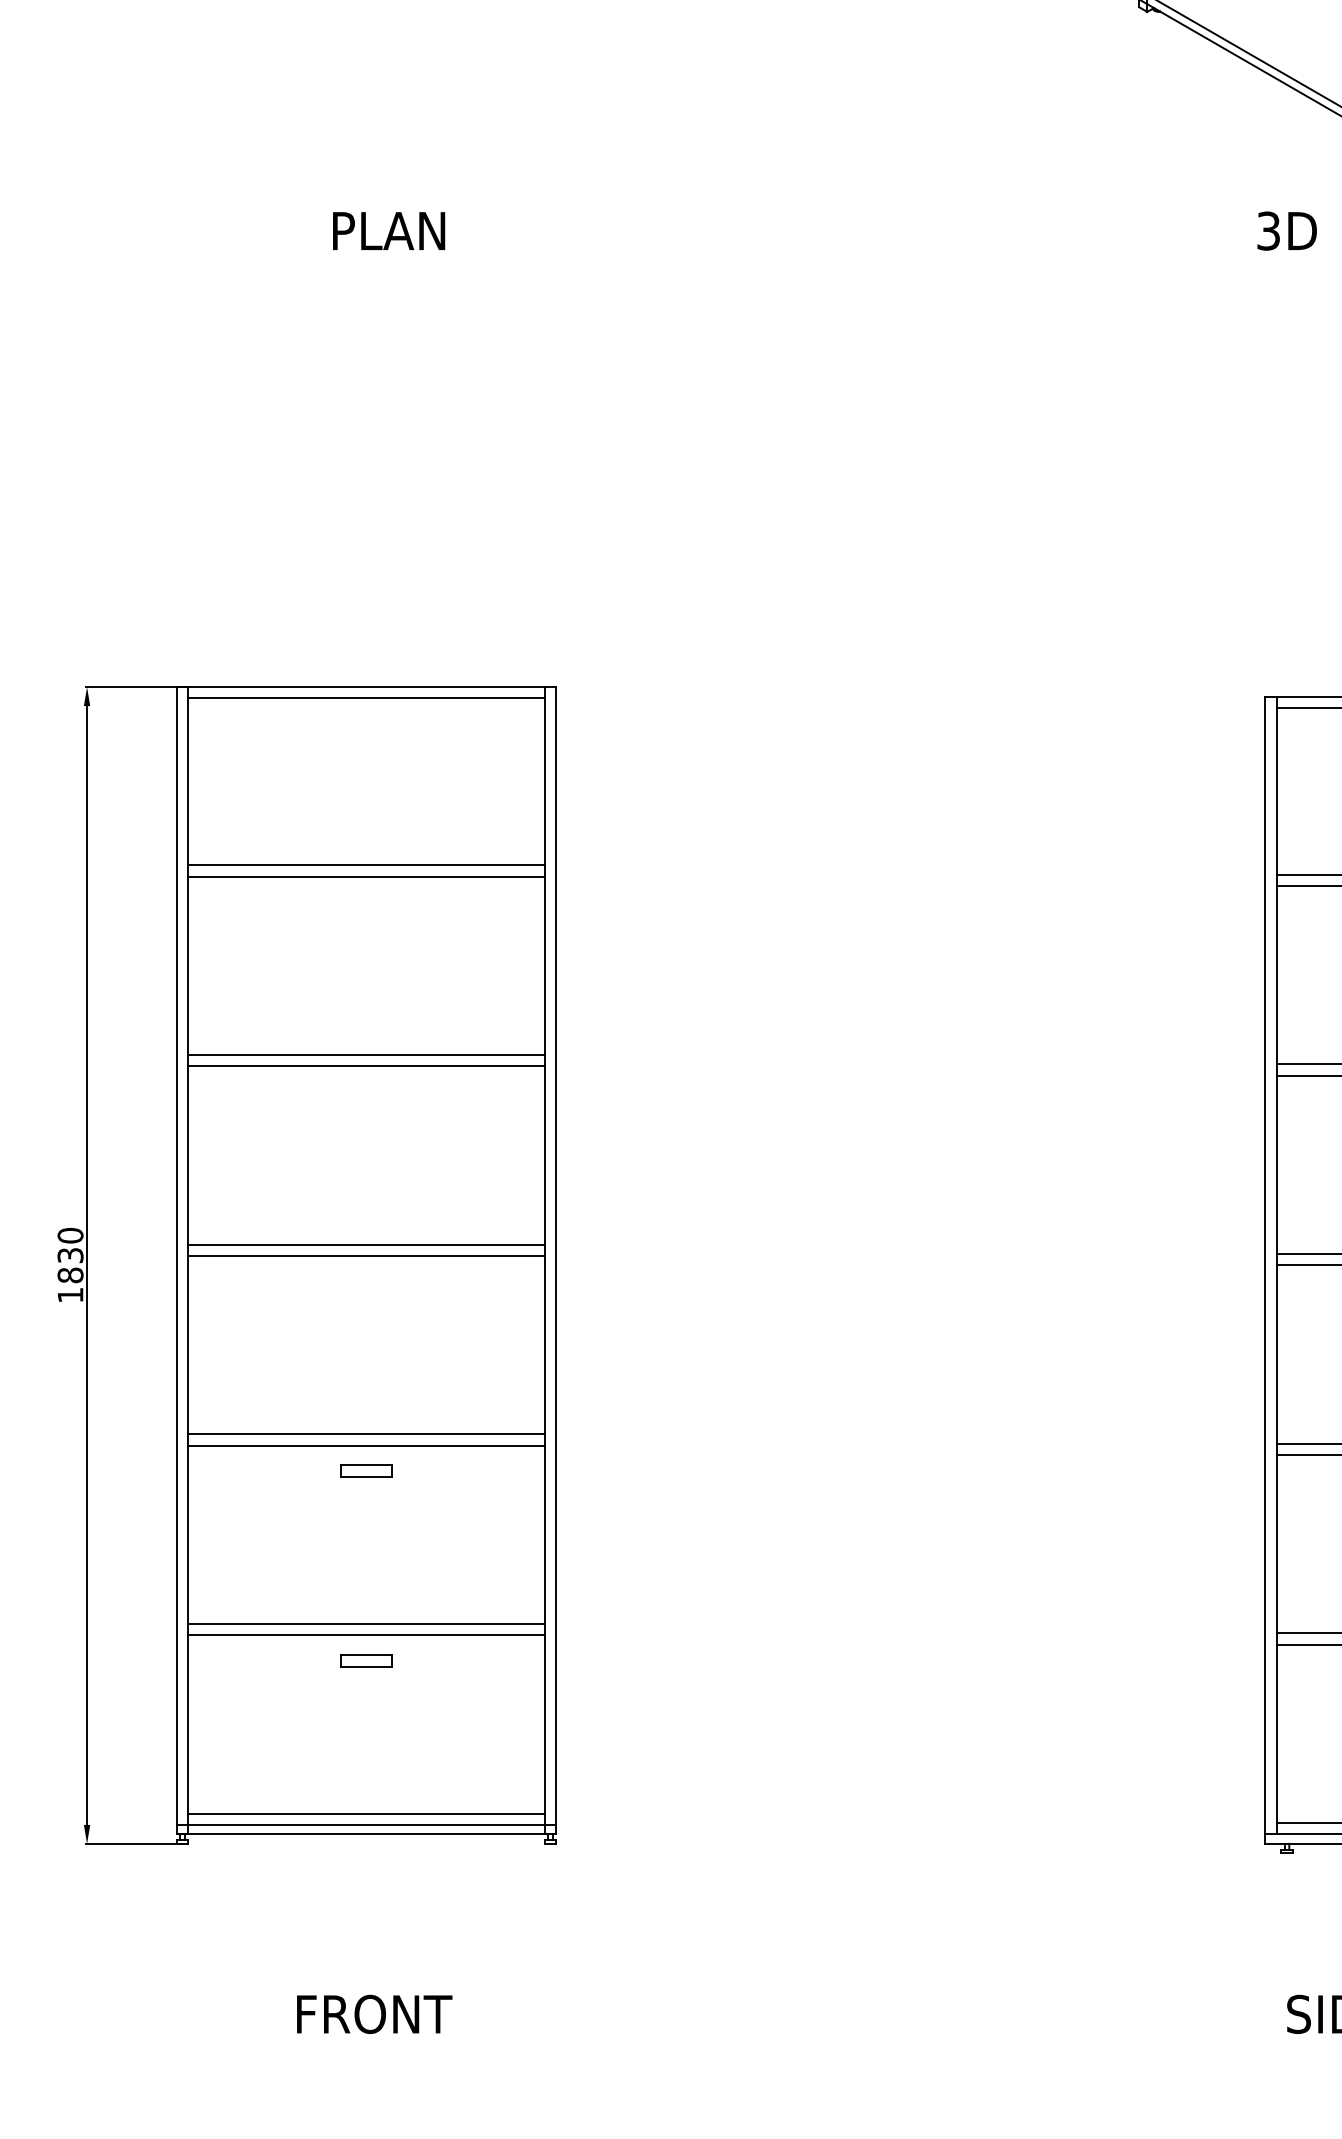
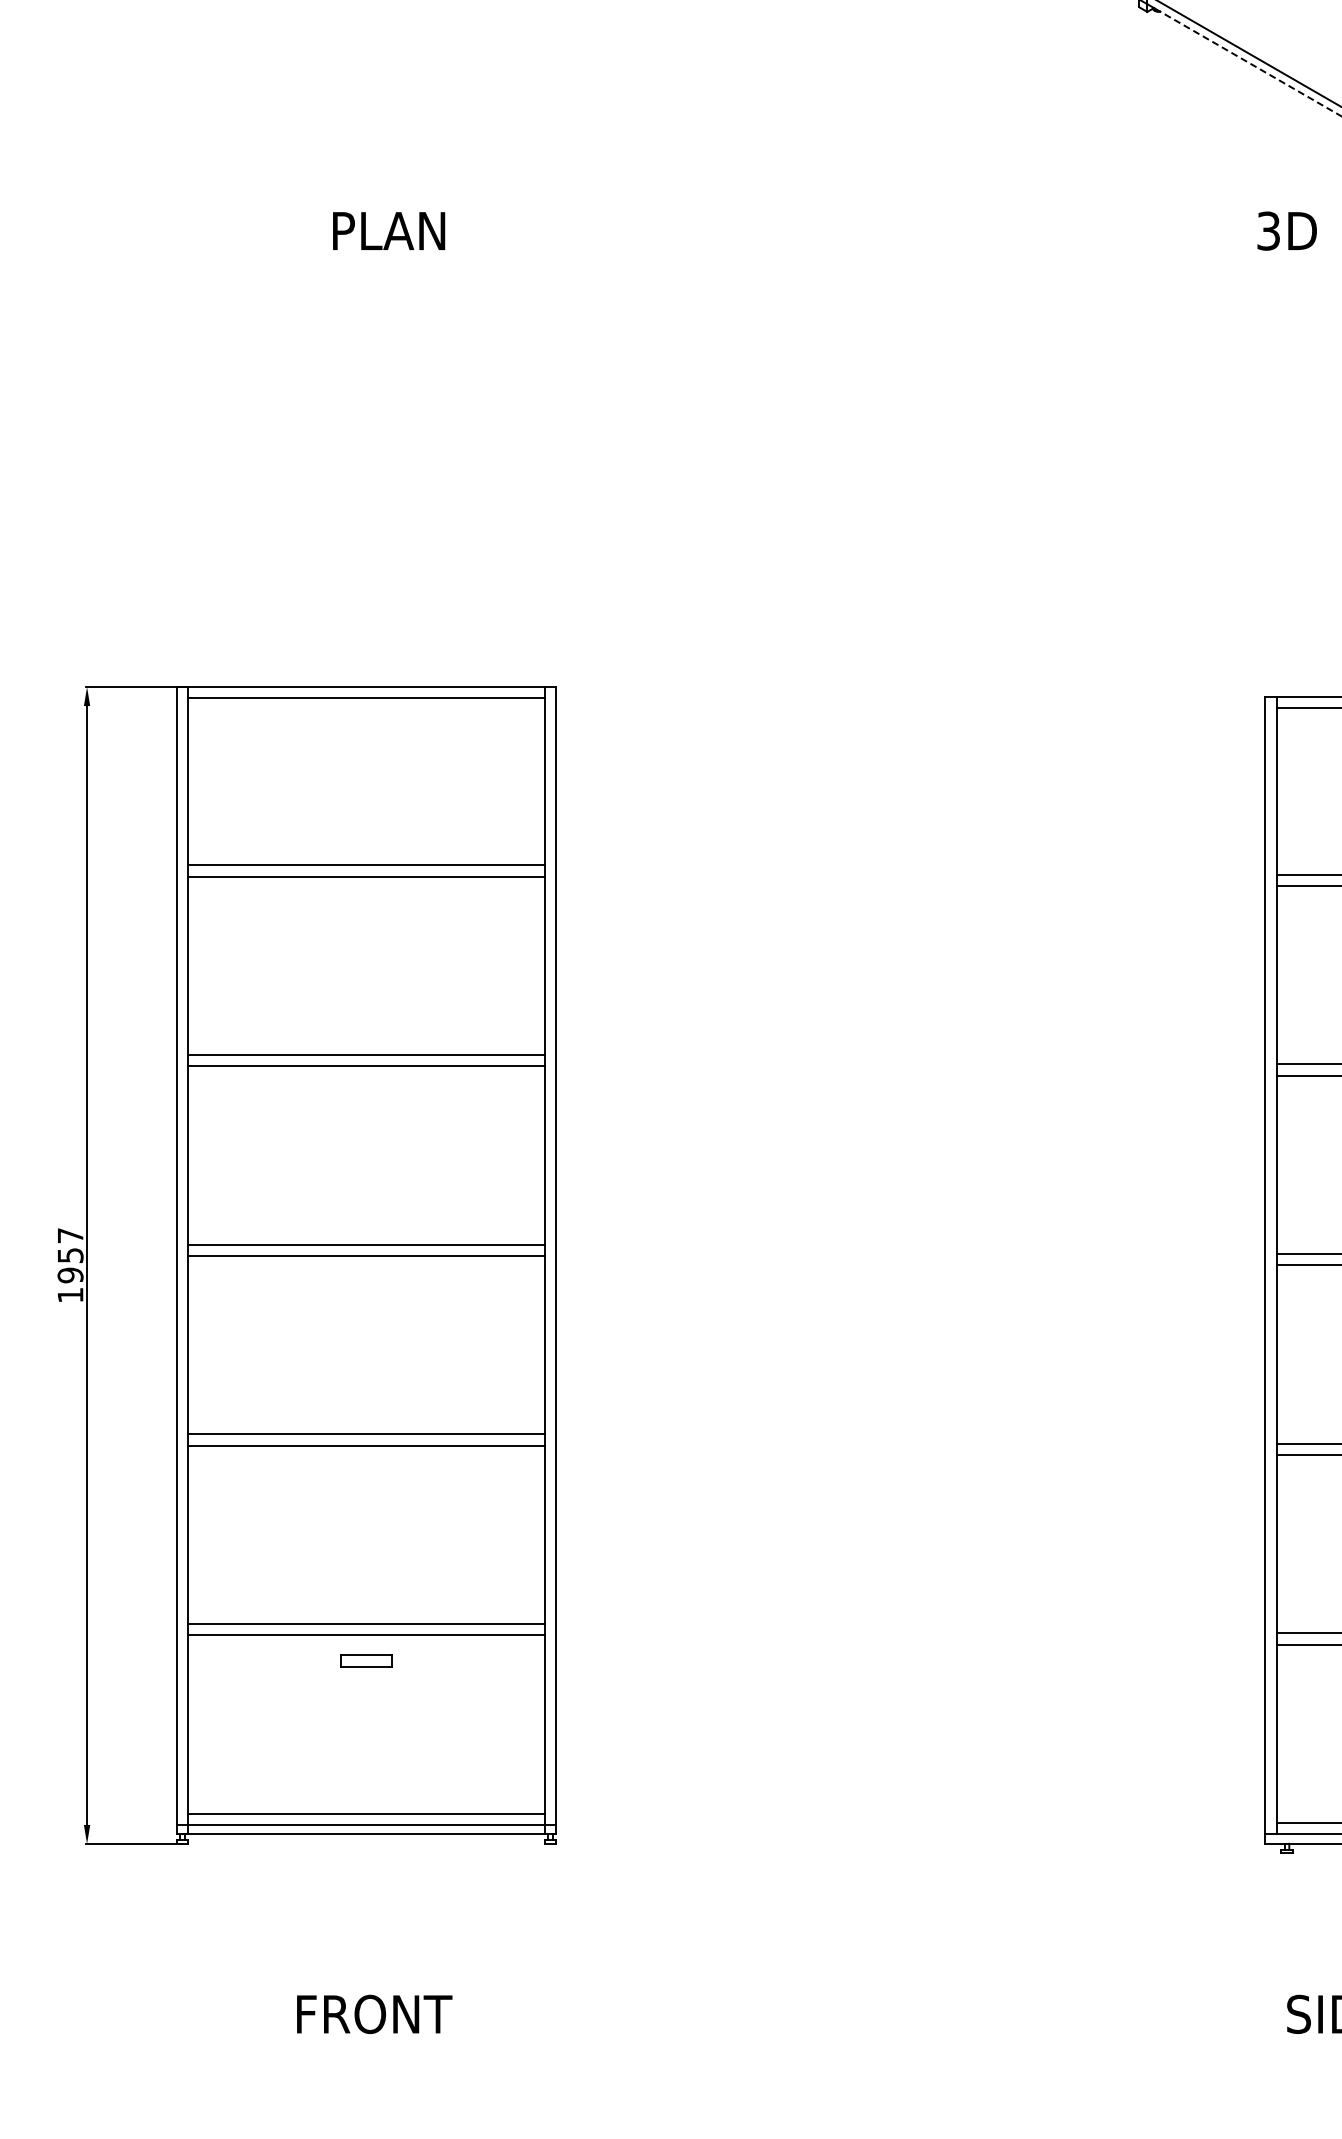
line at (1250, 63): solid -> dashed
text at (70, 1255): 1830 -> 1957
part at (366, 1470): present -> none
